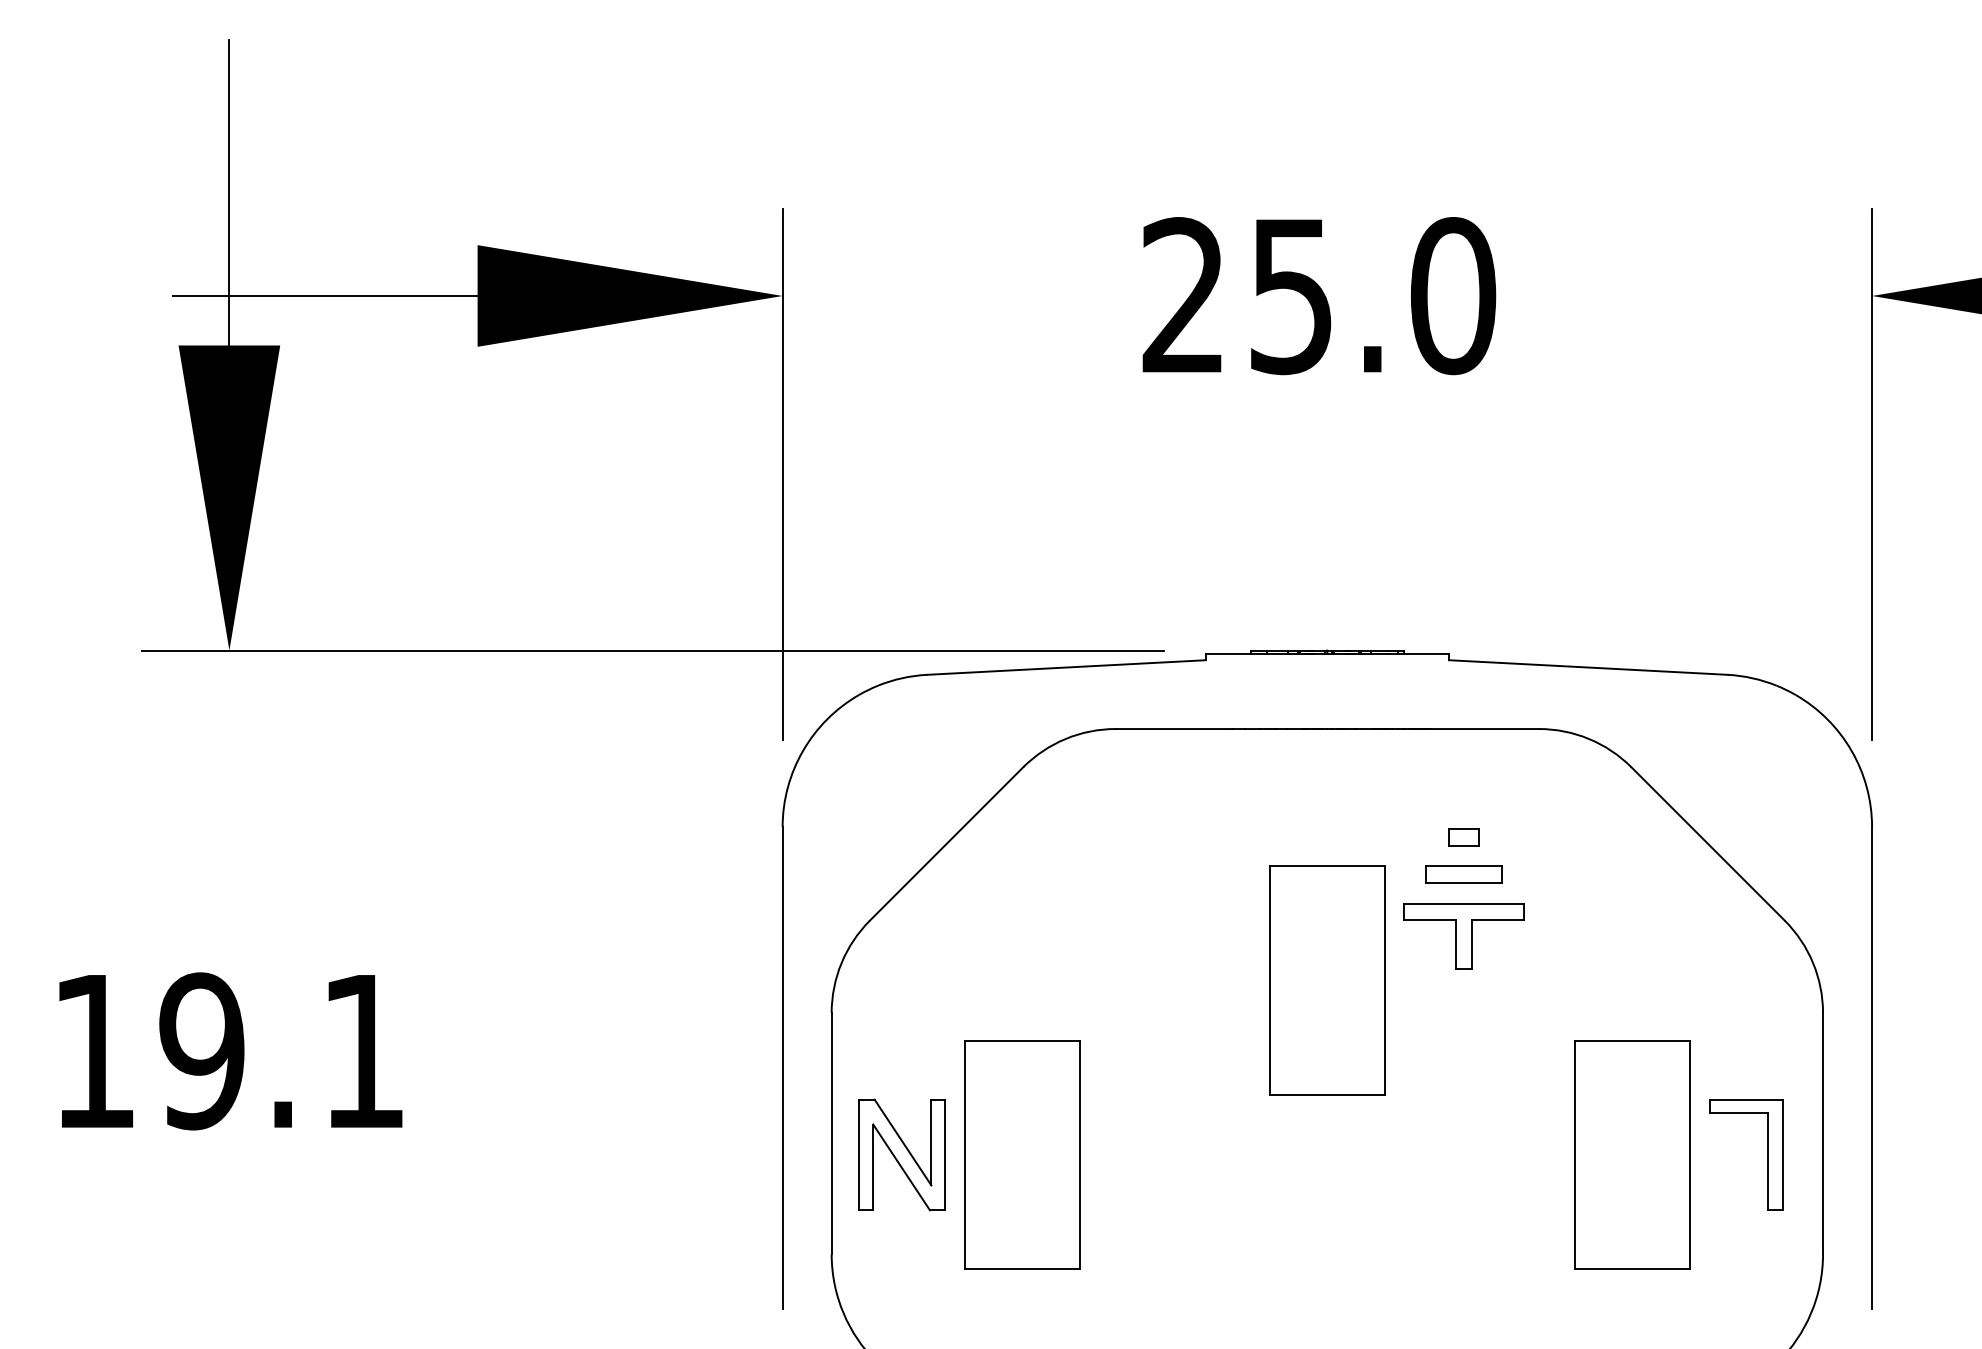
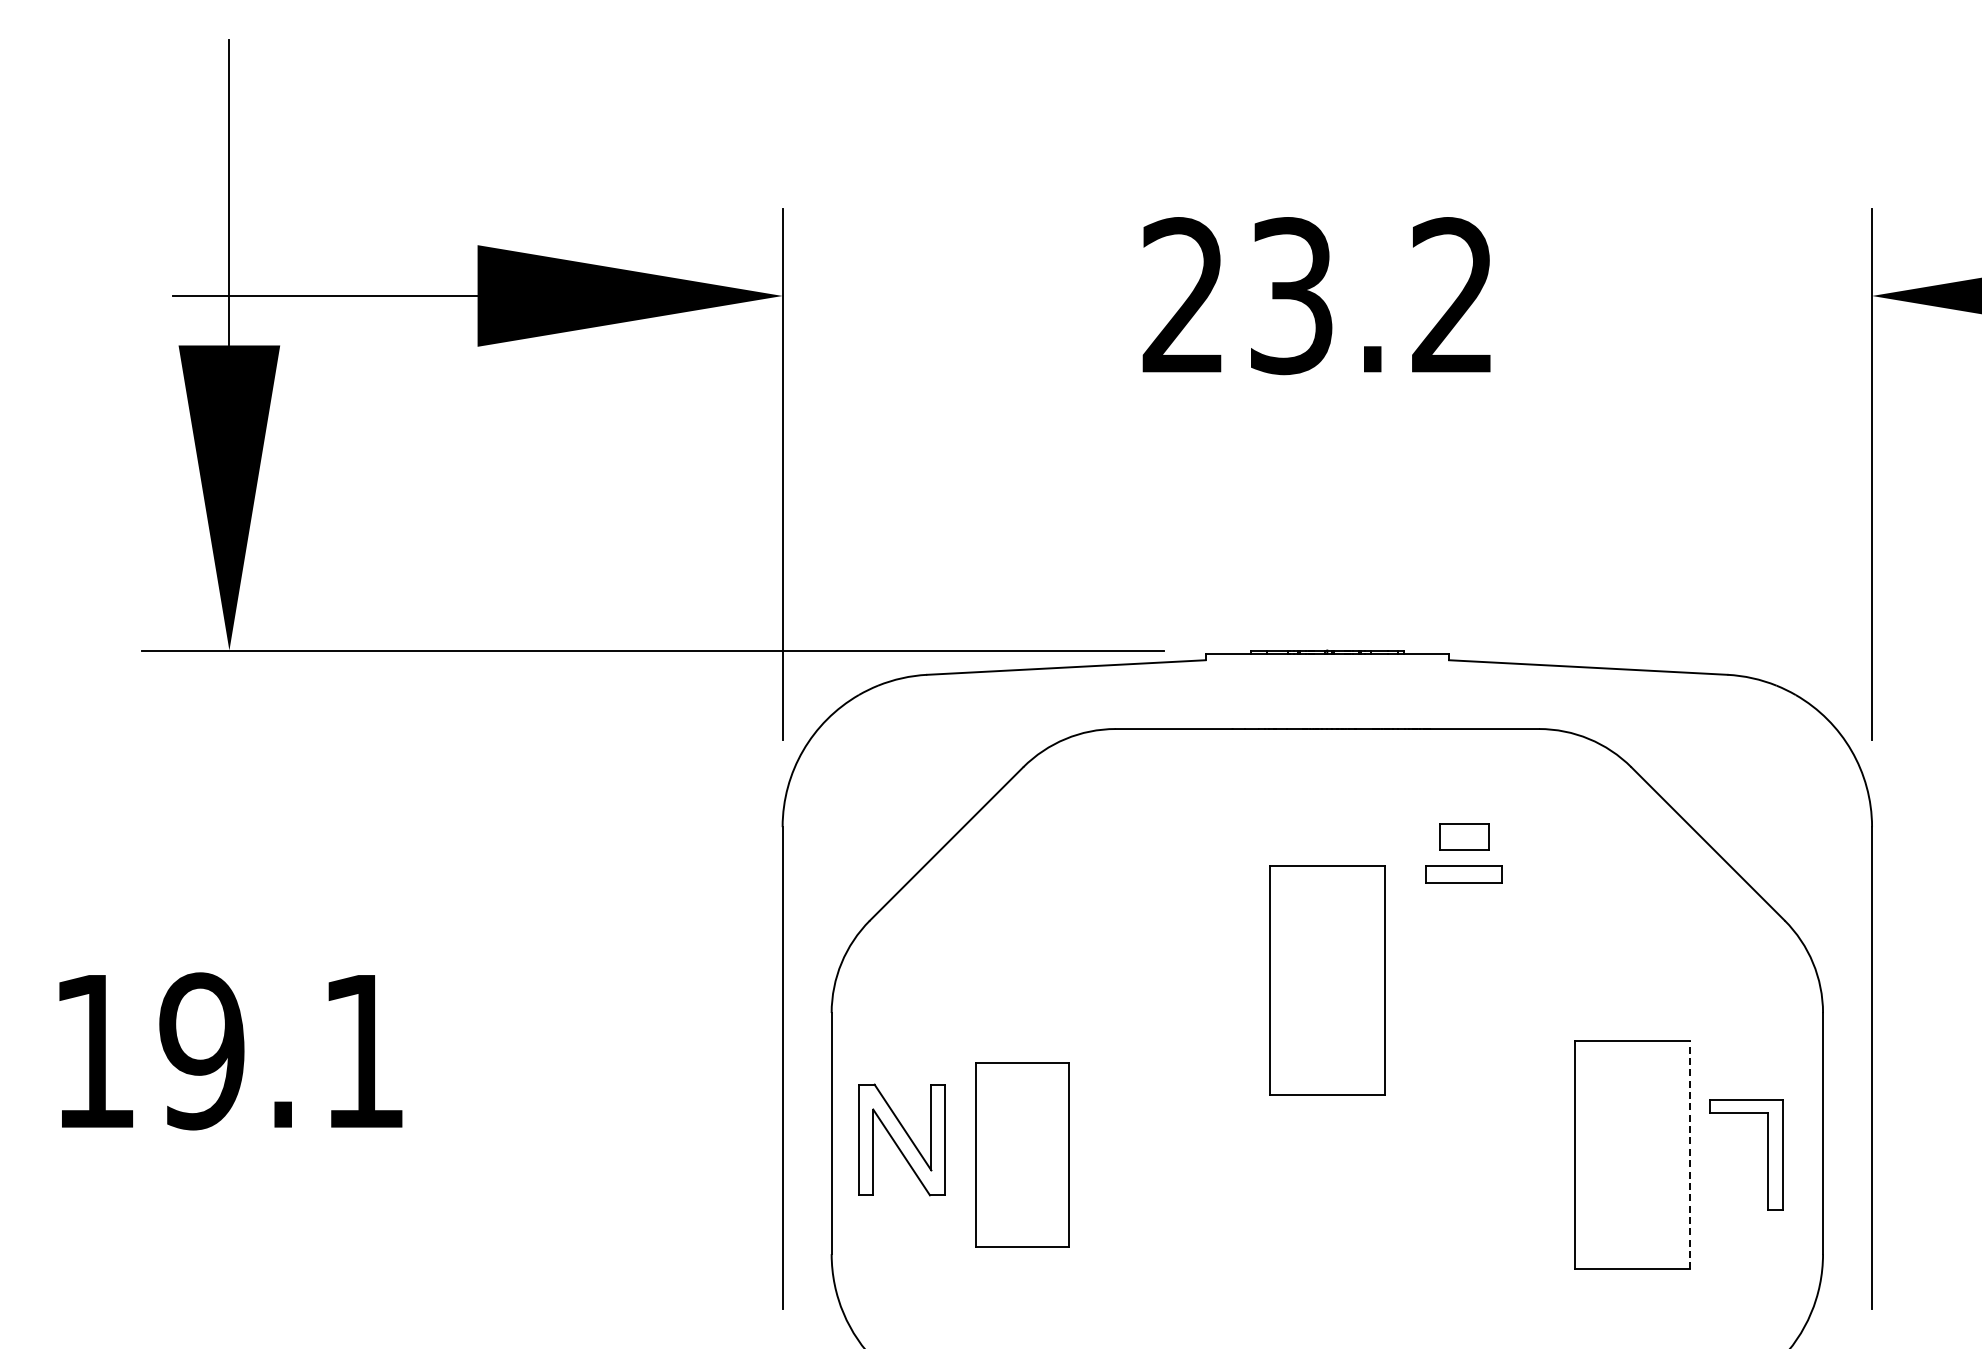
text at (1373, 296): 25.0 -> 23.2
part at (1463, 837) size: 32x19 px -> 51x28 px
part at (1463, 936): present -> none
part at (901, 1154) position: (901, 1154) -> (901, 1139)
part at (1022, 1154) size: 117x230 px -> 95x186 px
line at (1690, 1154): solid -> dashed
